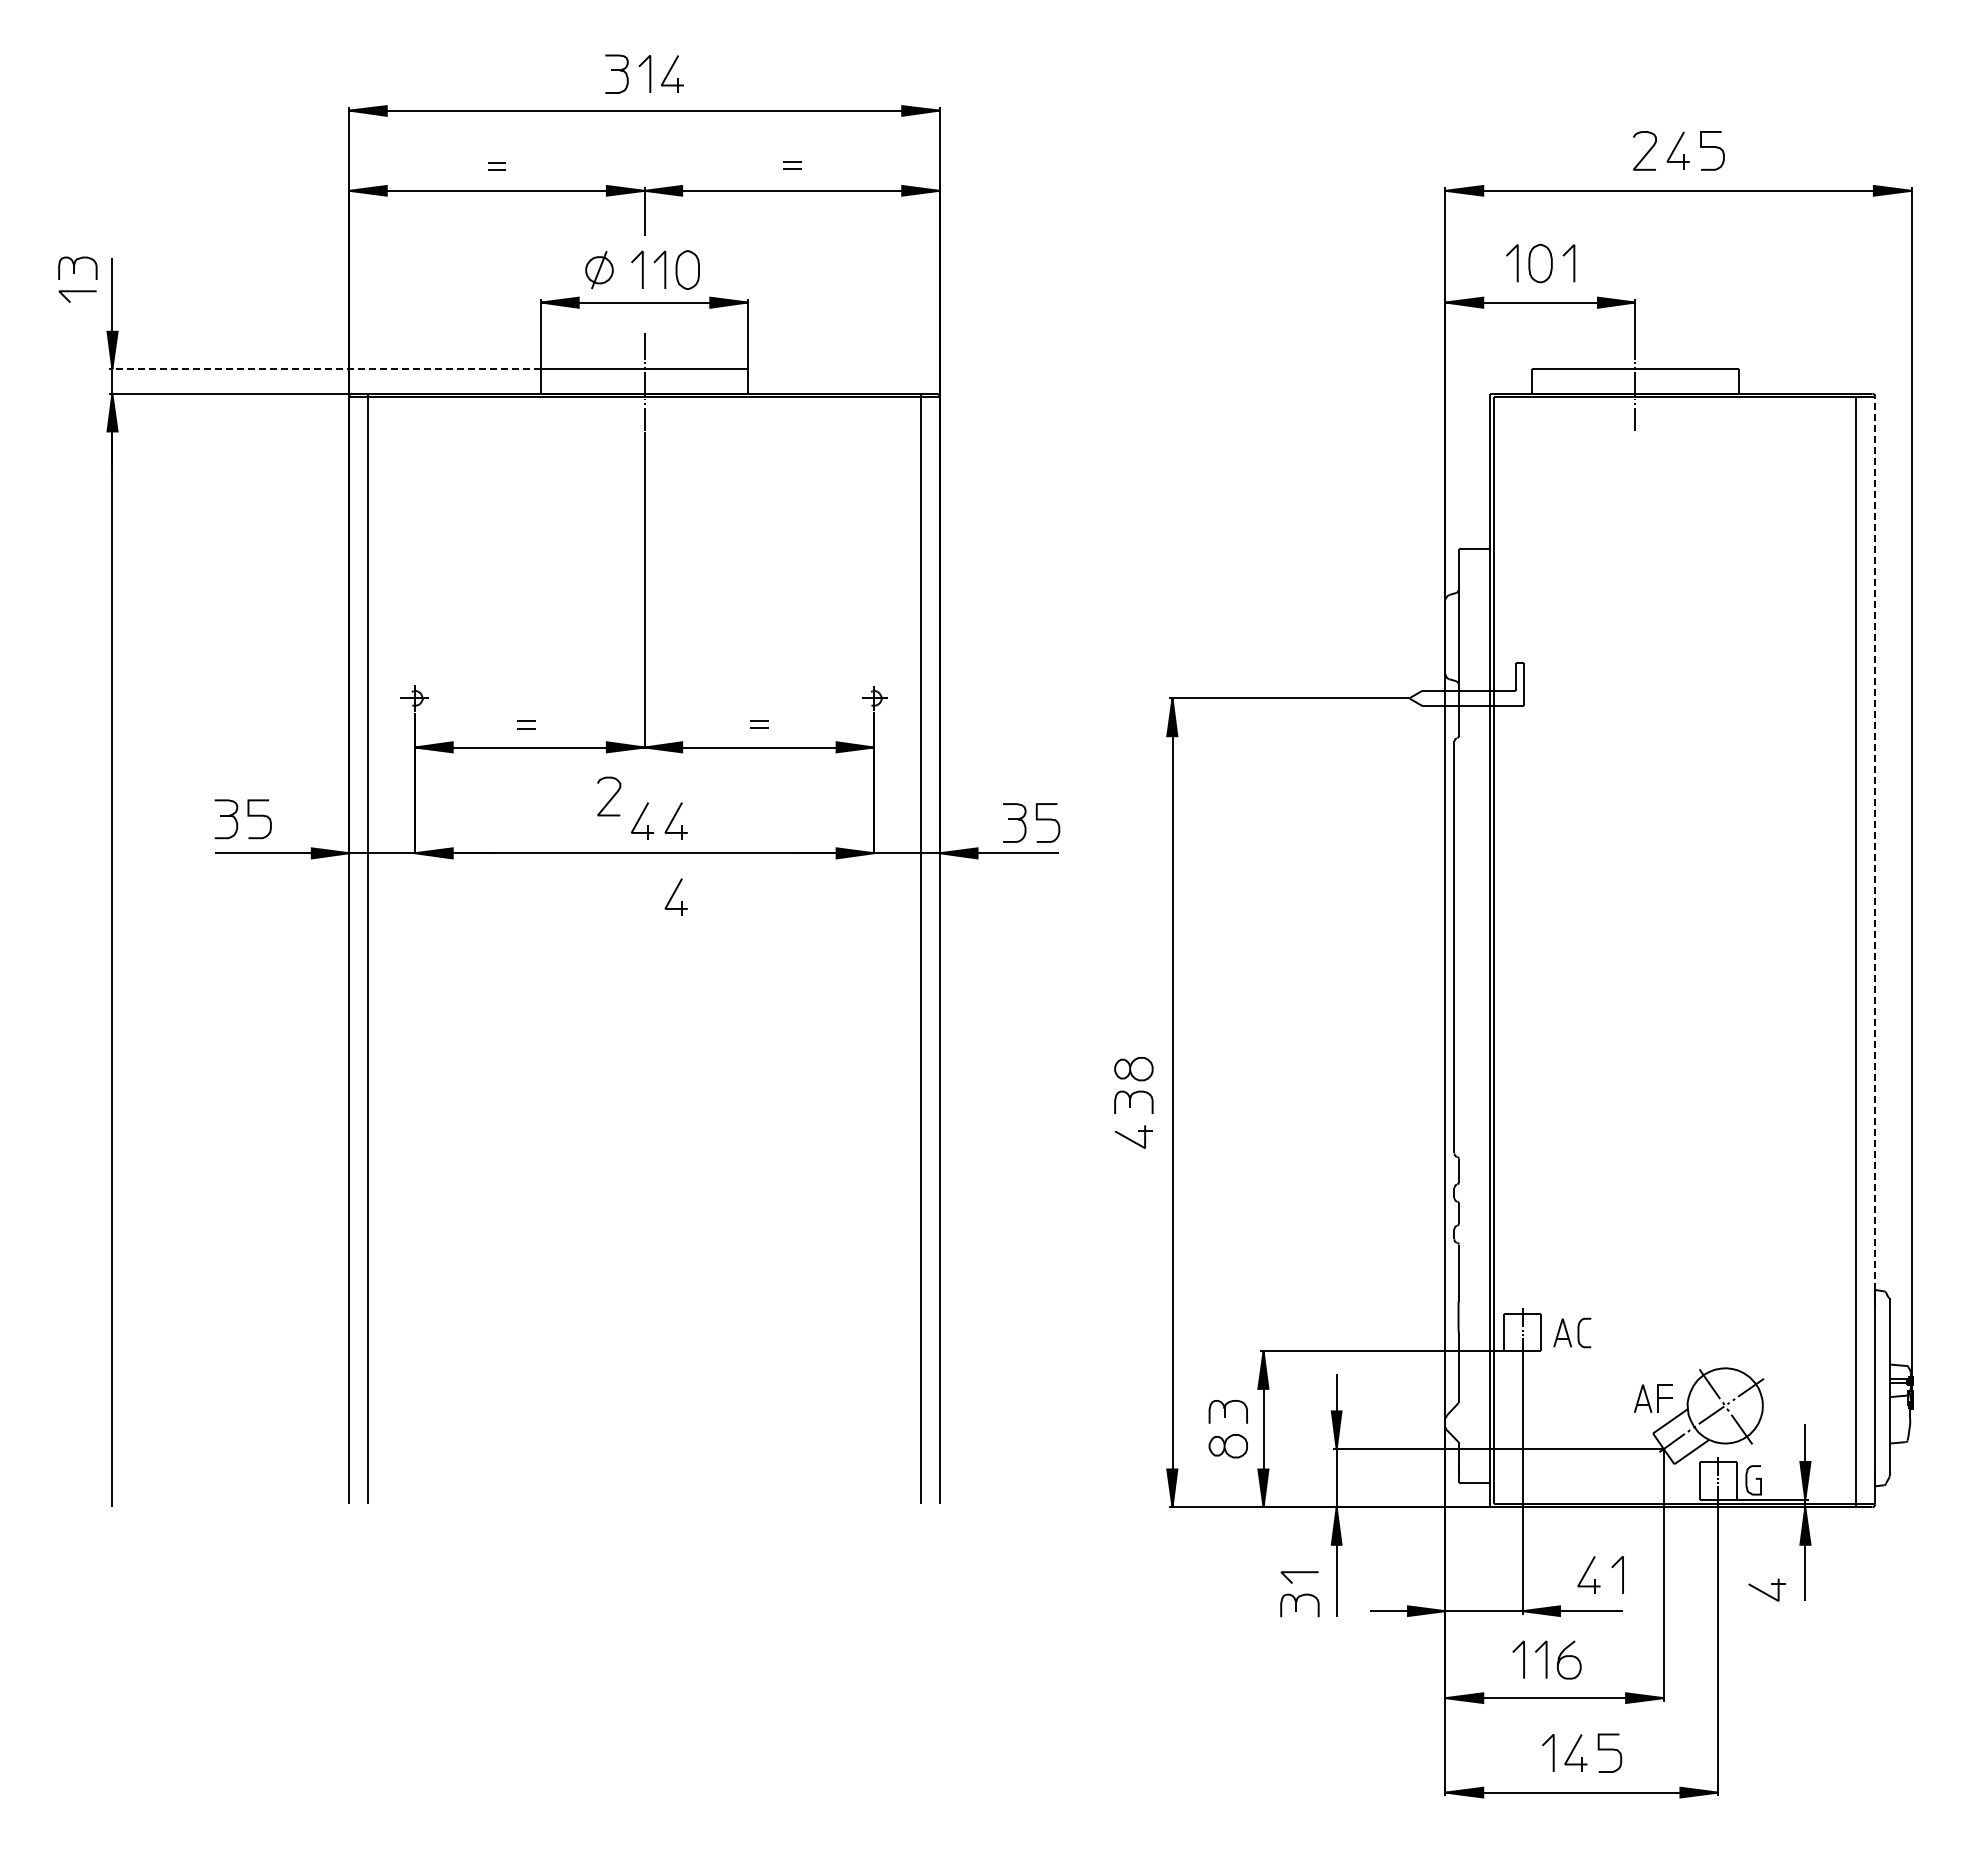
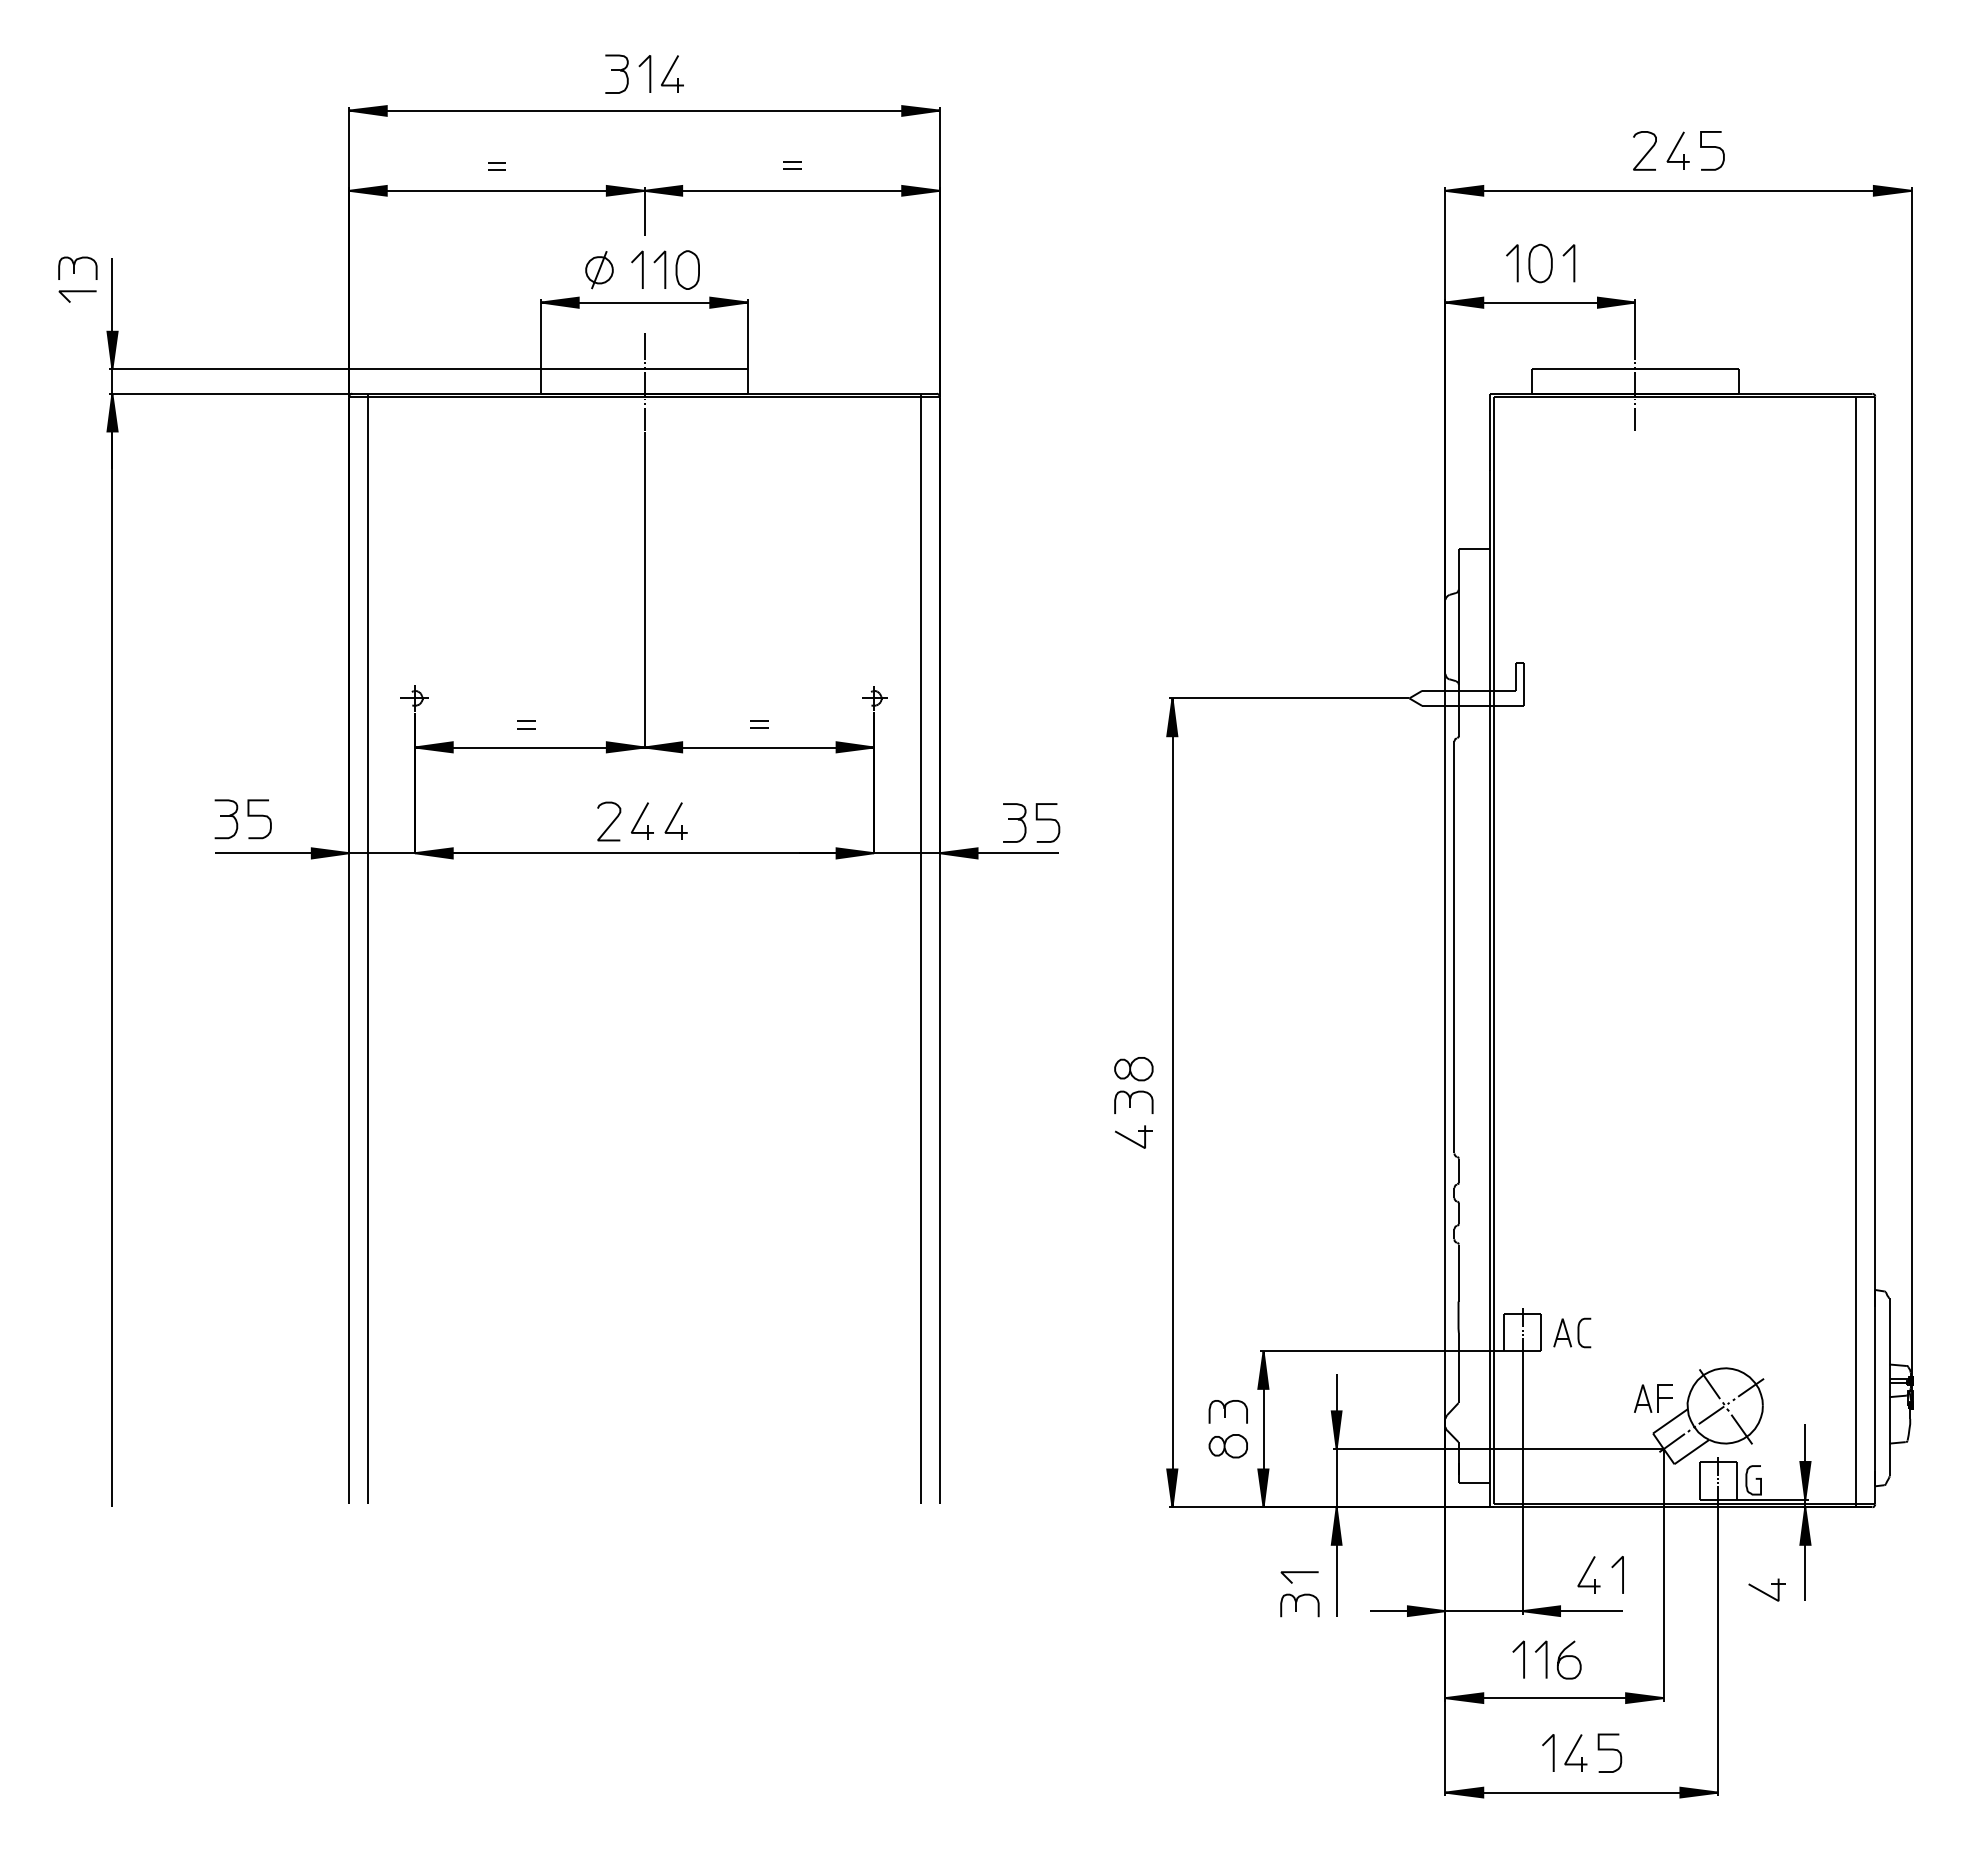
line at (324, 369): dashed -> solid
curve at (611, 797) position: (611, 797) -> (611, 822)
line at (1874, 843): dashed -> solid
part at (675, 896): present -> none
